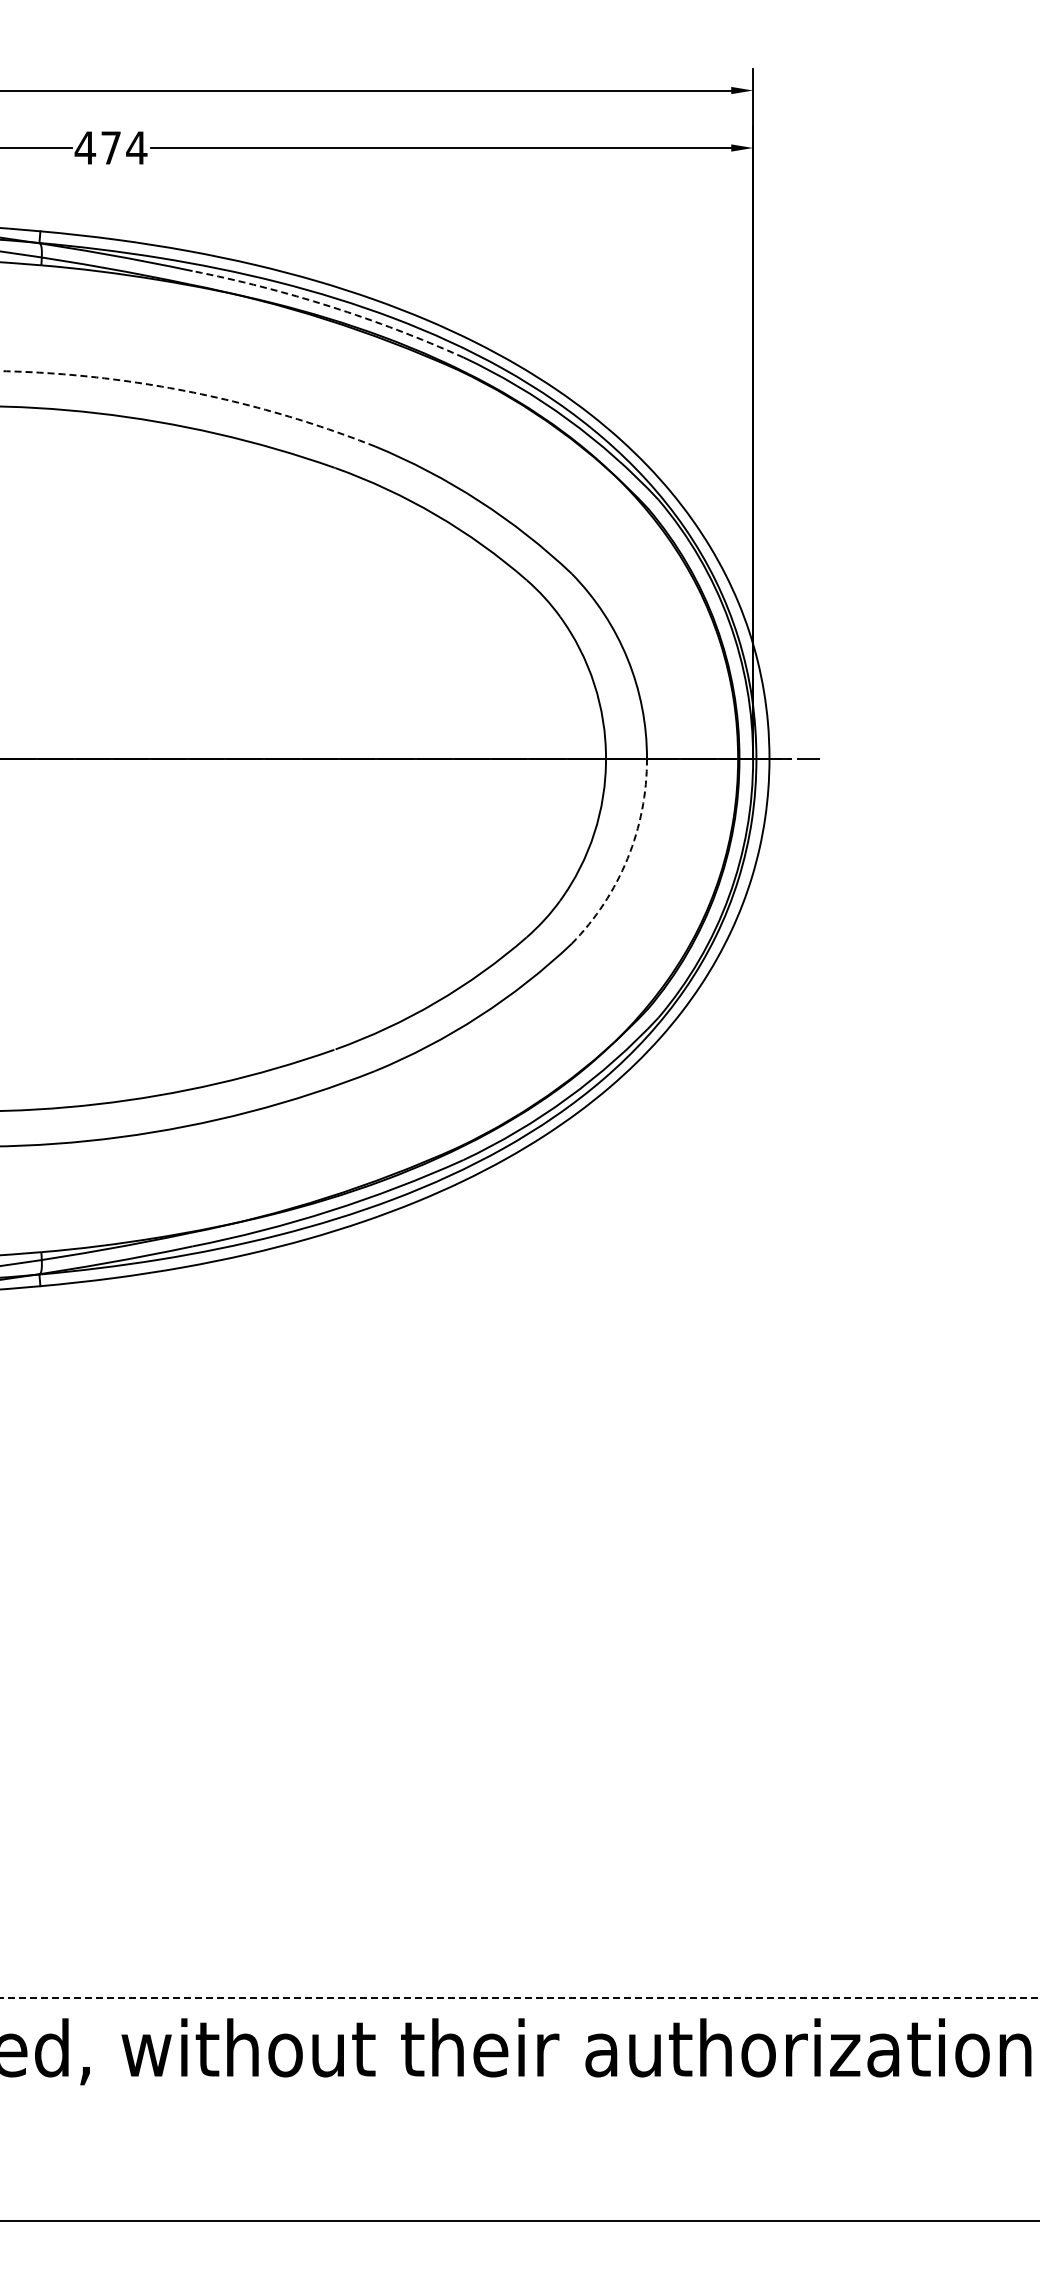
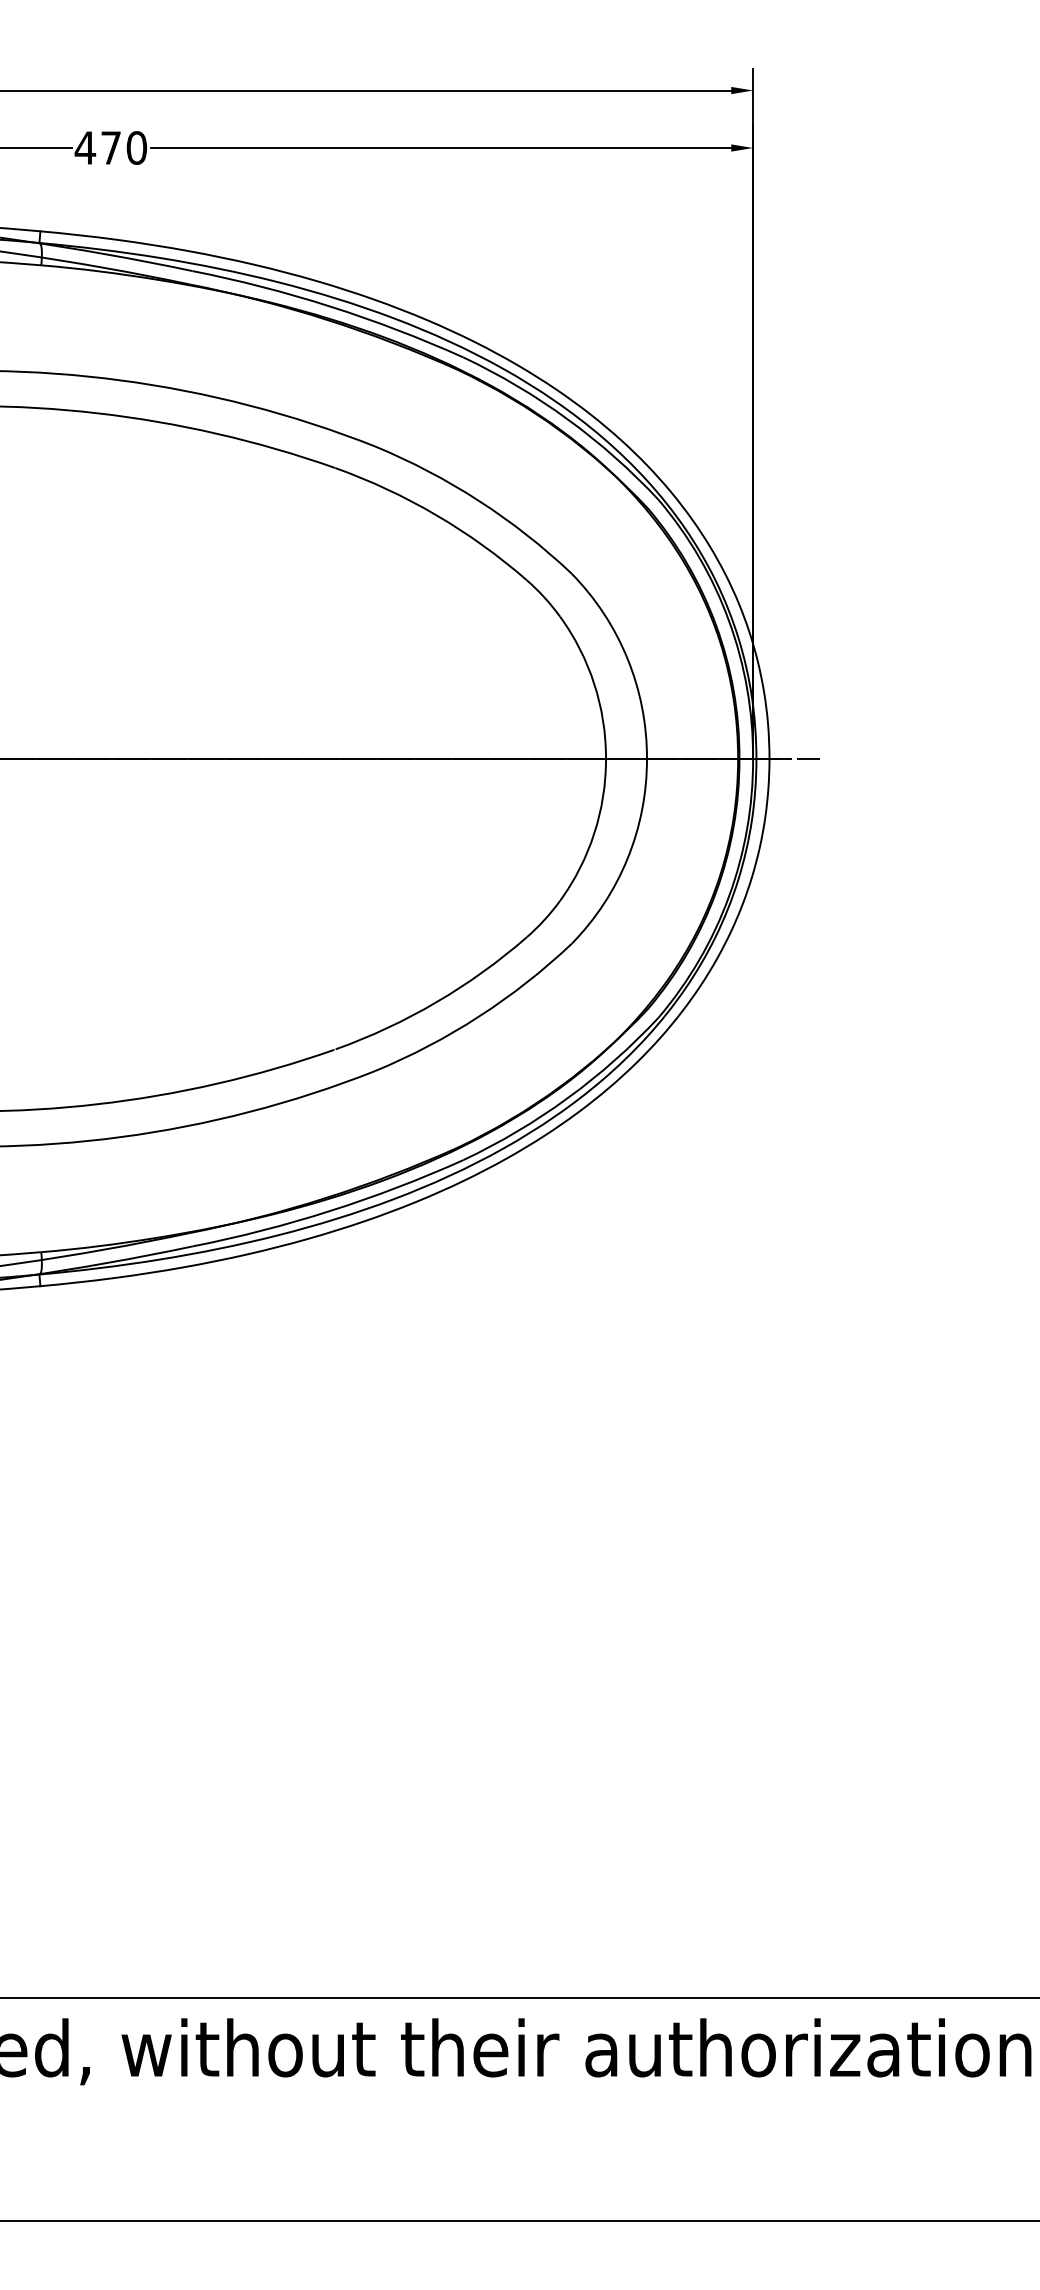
text at (136, 147): 474 -> 470
arc at (330, 306): dashed -> solid
arc at (190, 392): dashed -> solid
arc at (627, 858): dashed -> solid
line at (519, 1998): dashed -> solid
